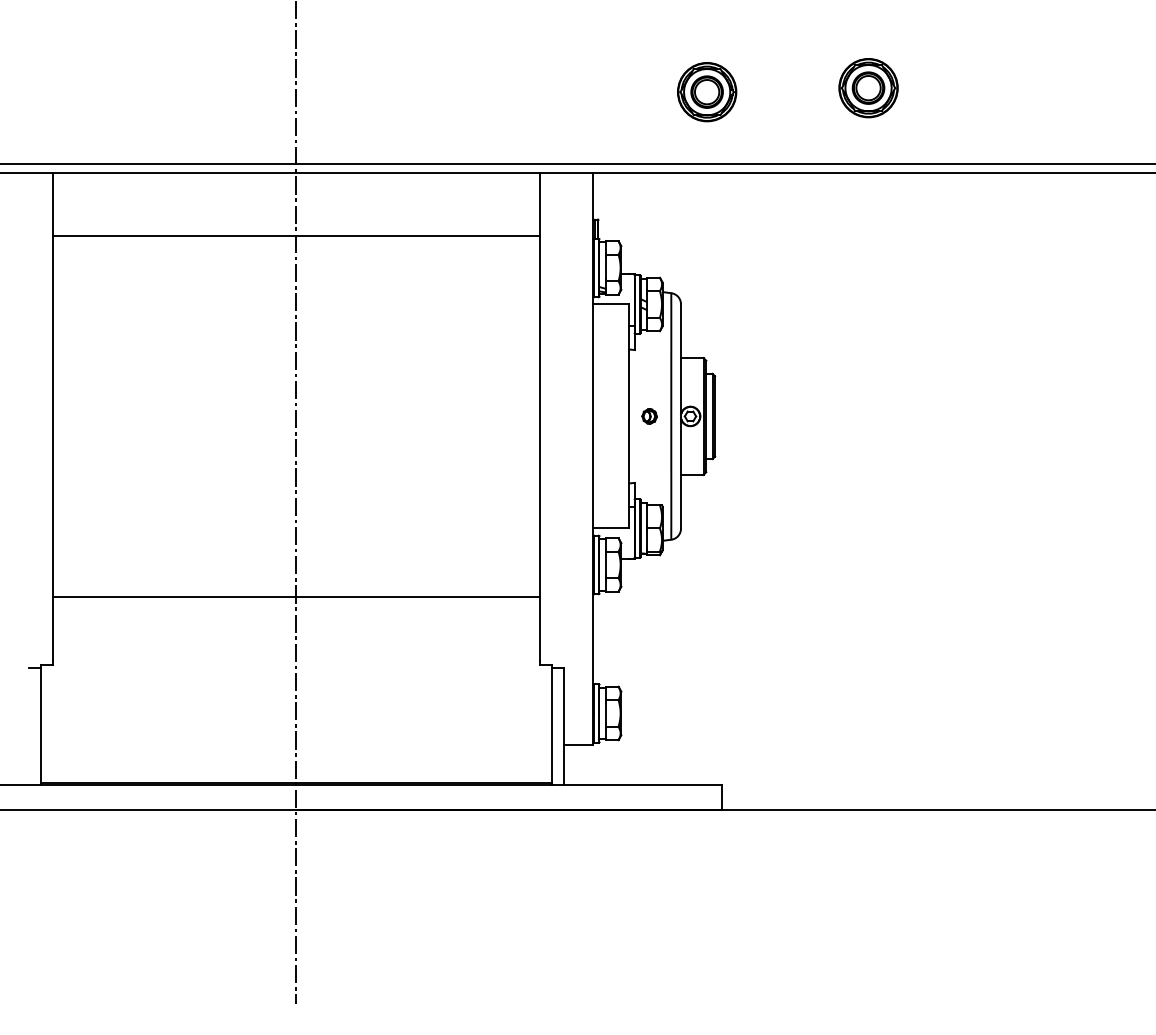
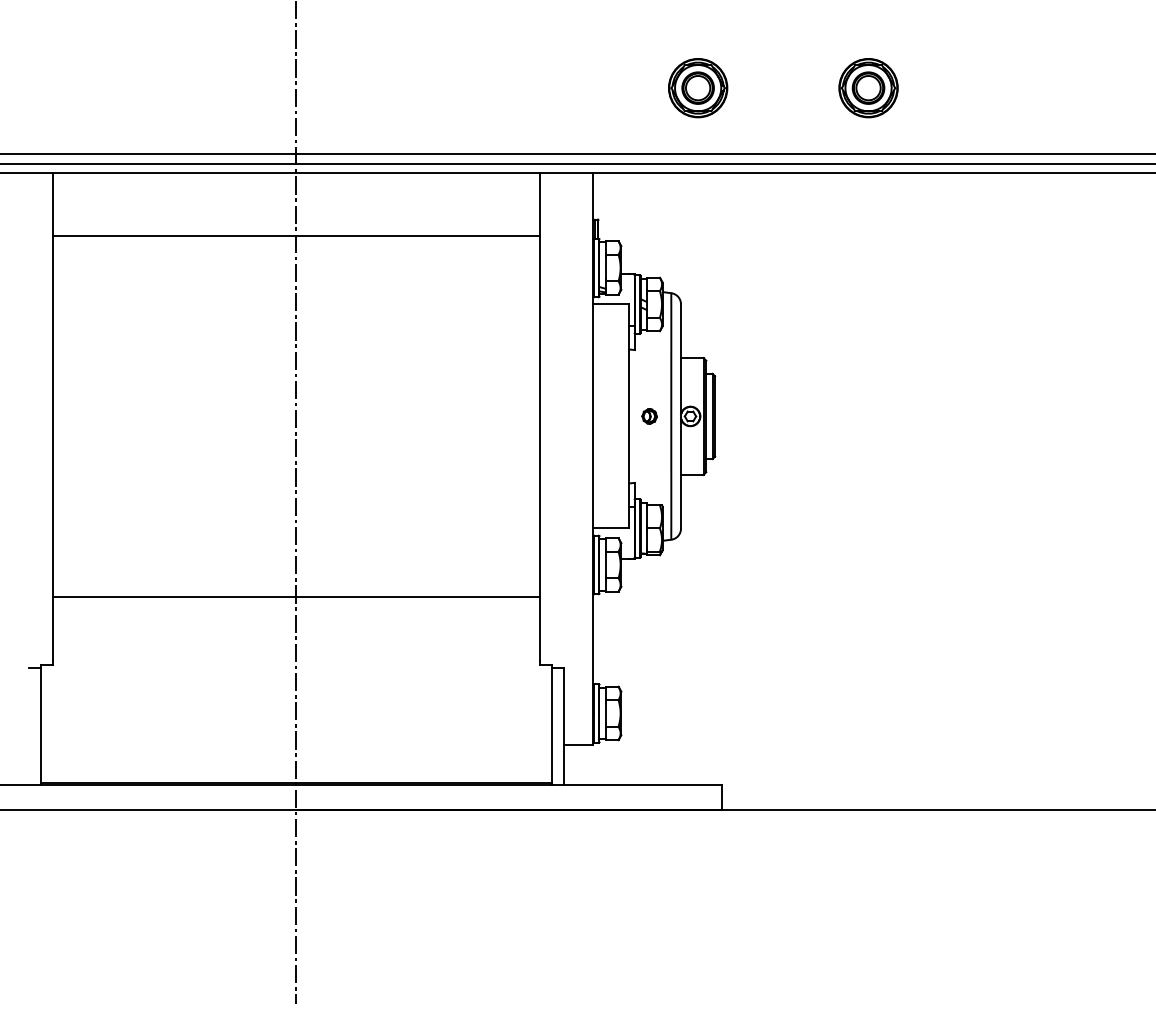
part at (707, 92) position: (707, 92) -> (698, 88)
line at (577, 153): none -> present
